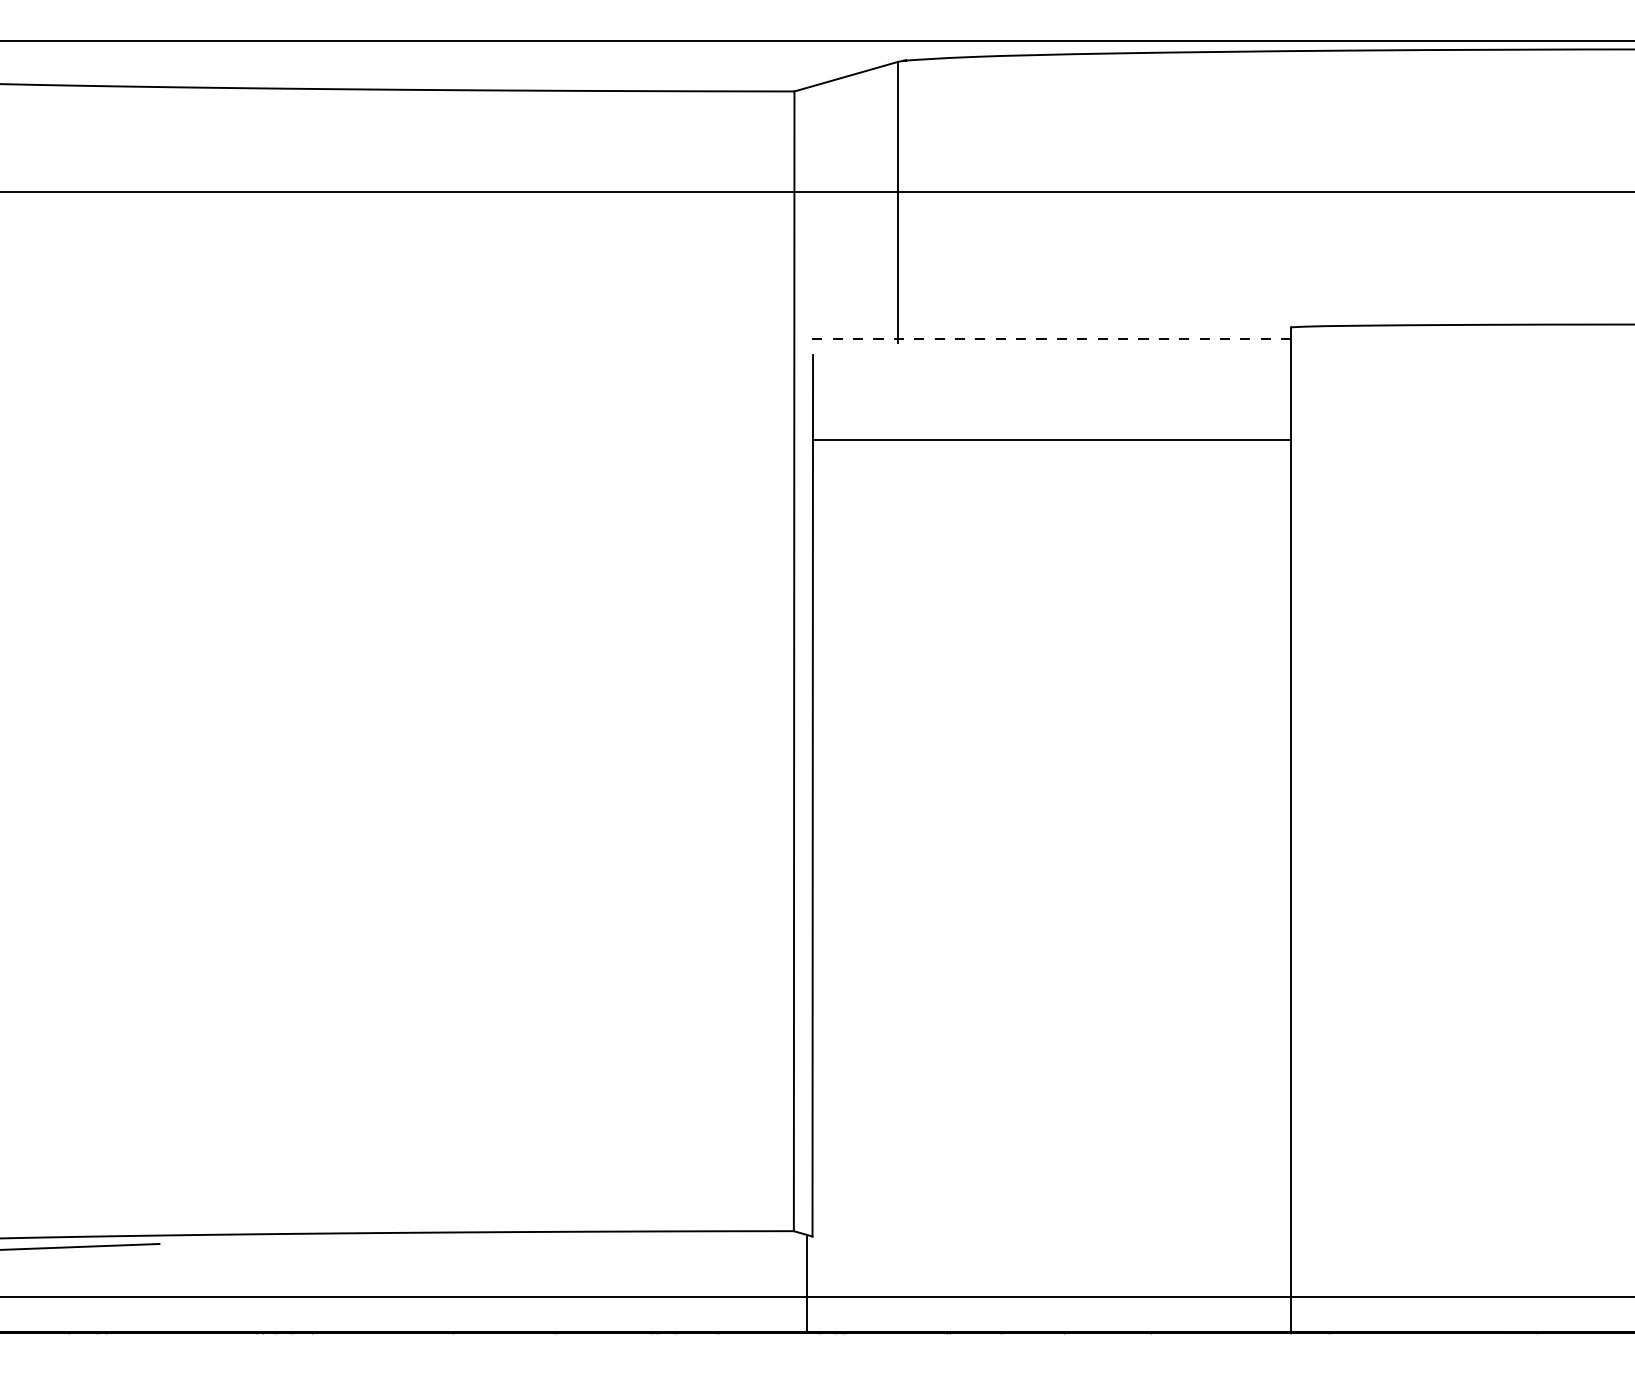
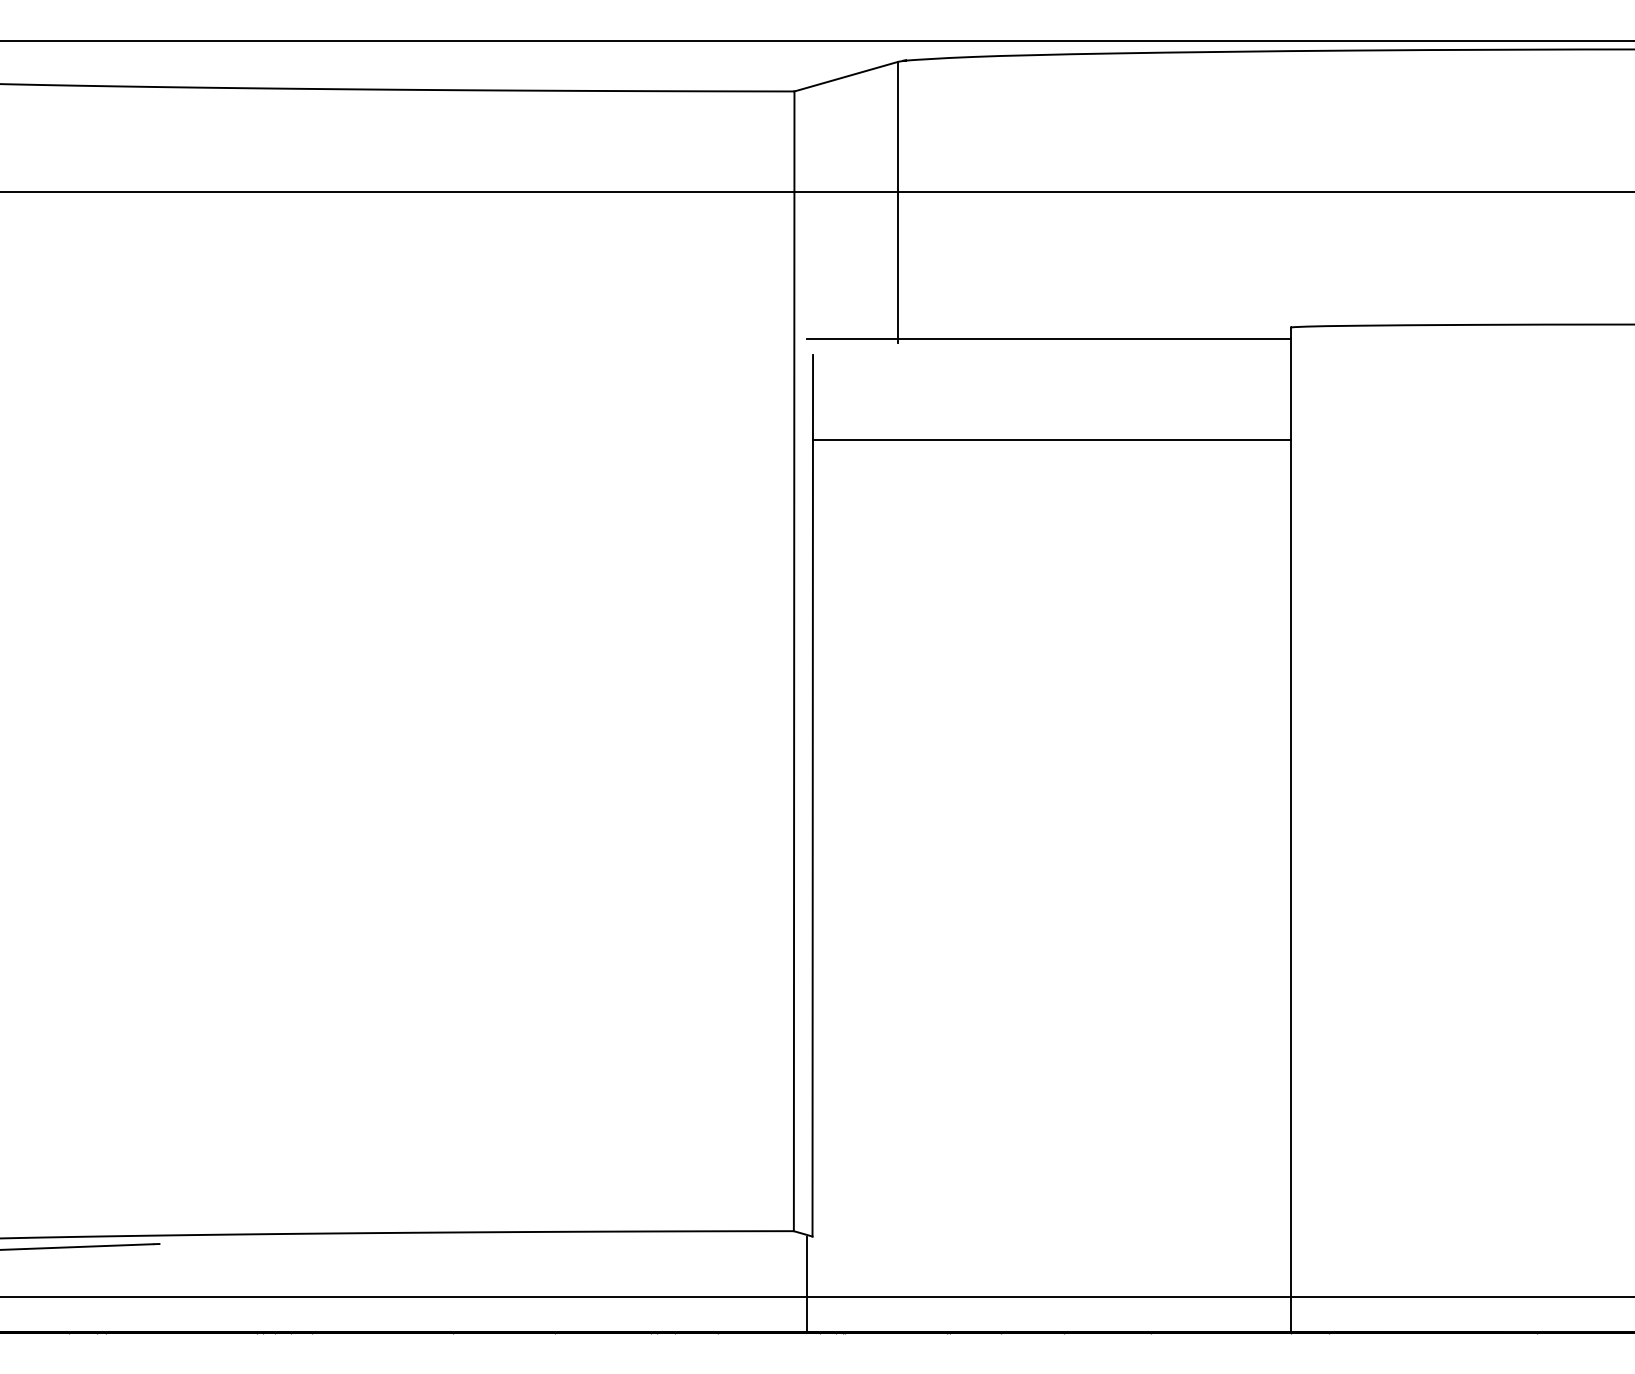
line at (1048, 338): dashed -> solid
